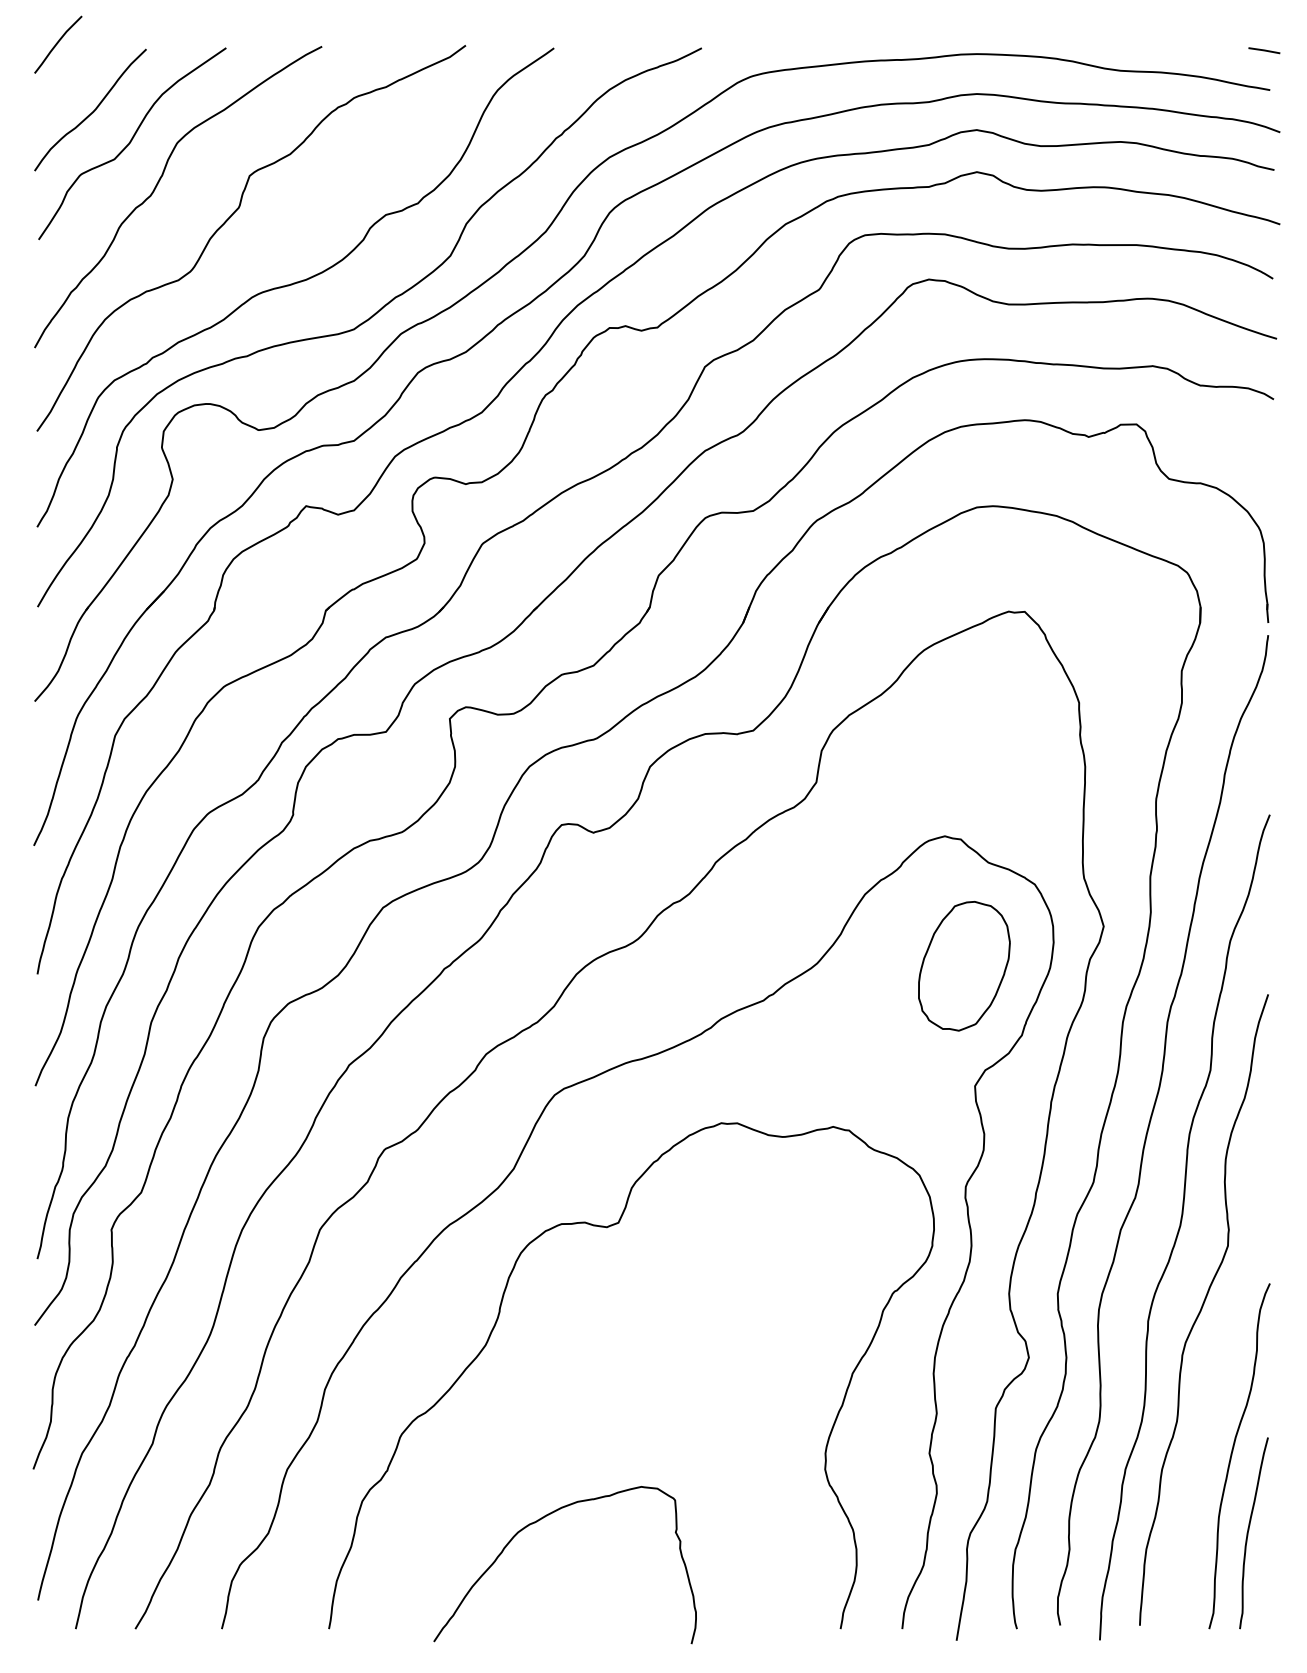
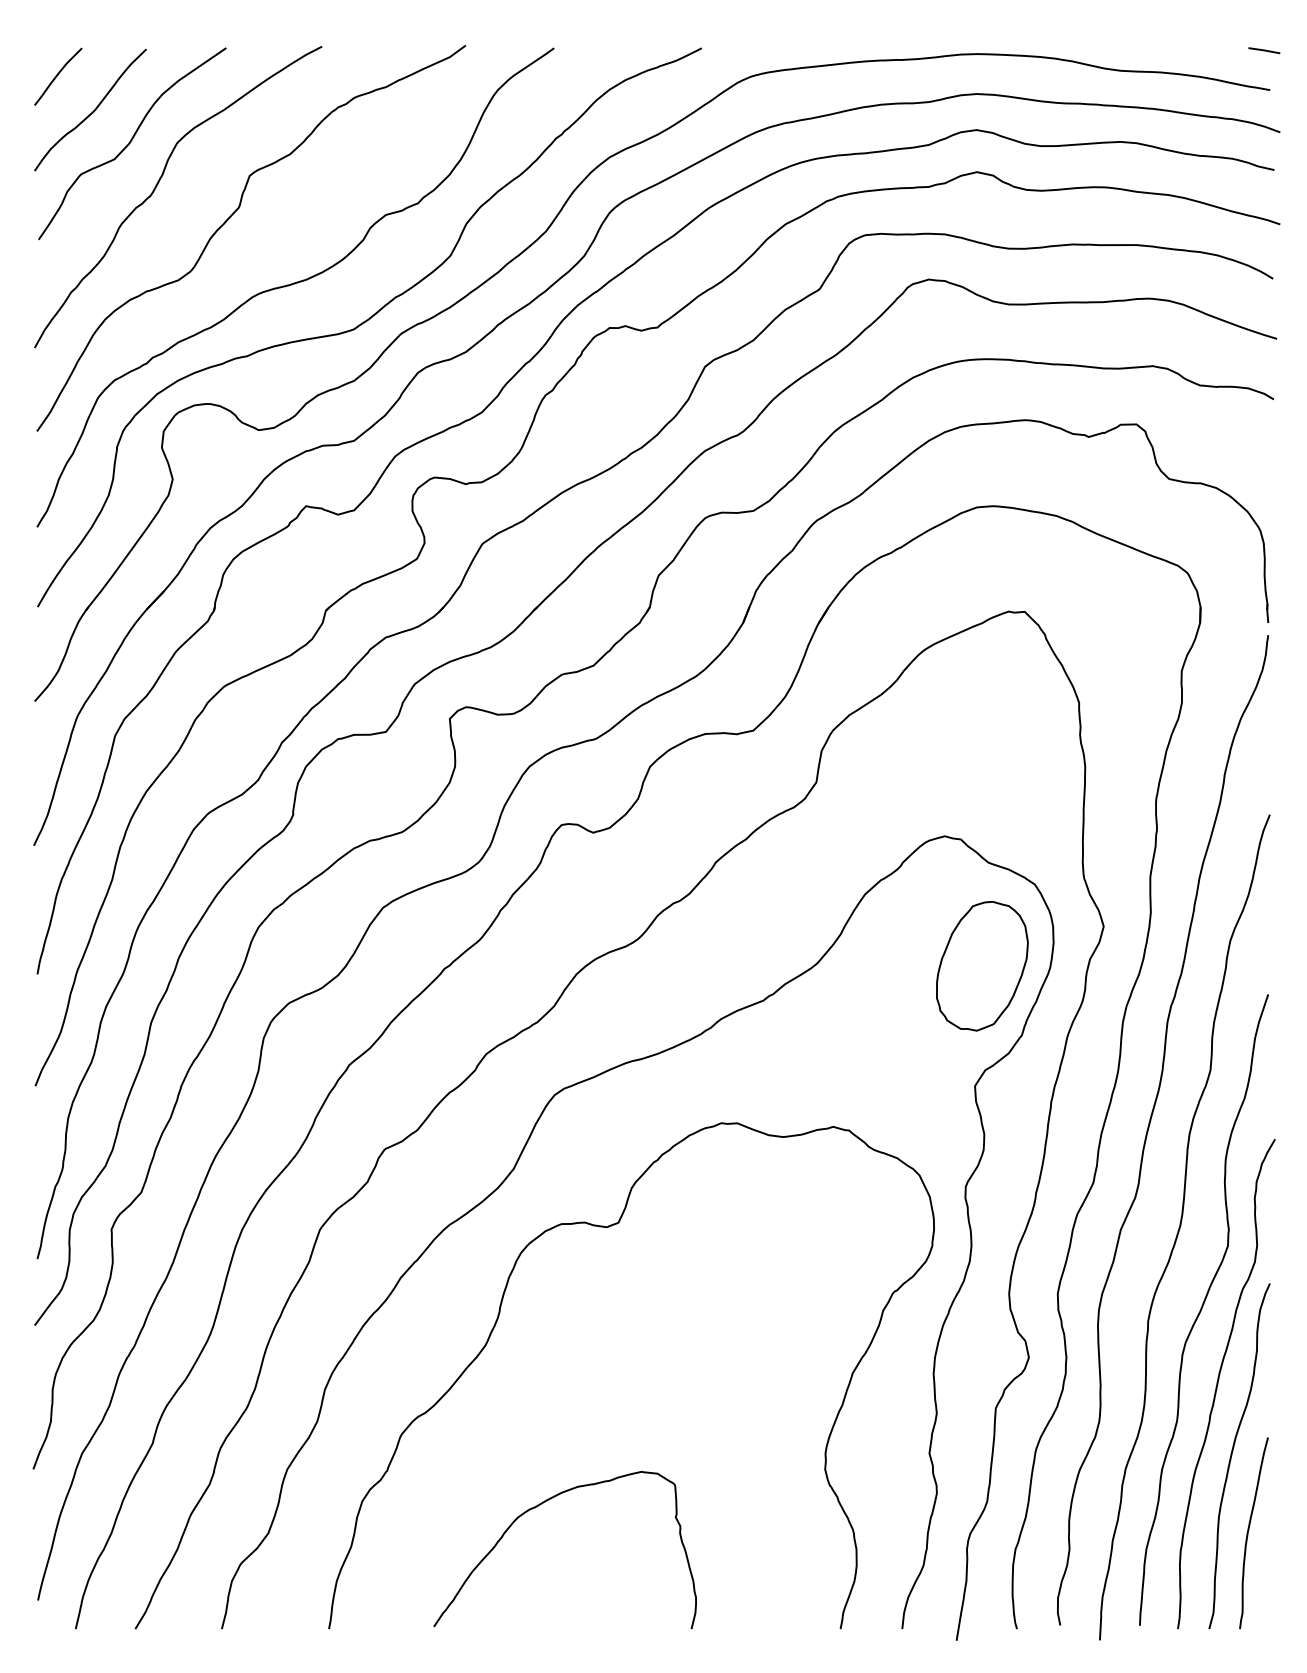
curve at (58, 43) position: (58, 43) -> (58, 75)
part at (964, 966) position: (964, 966) -> (982, 966)
curve at (1218, 1384): none -> present
curve at (540, 1520) position: (540, 1520) -> (540, 1505)
